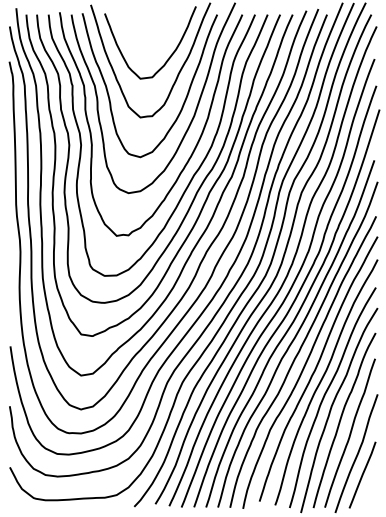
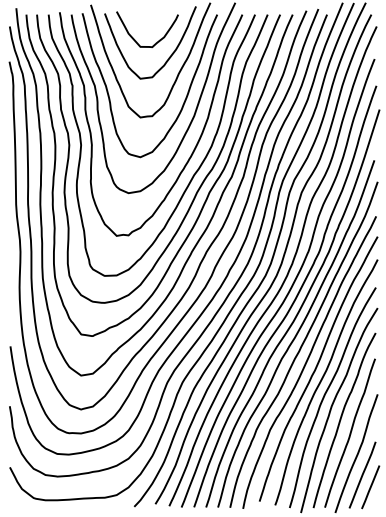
curve at (136, 40): none -> present
line at (370, 487): none -> present
